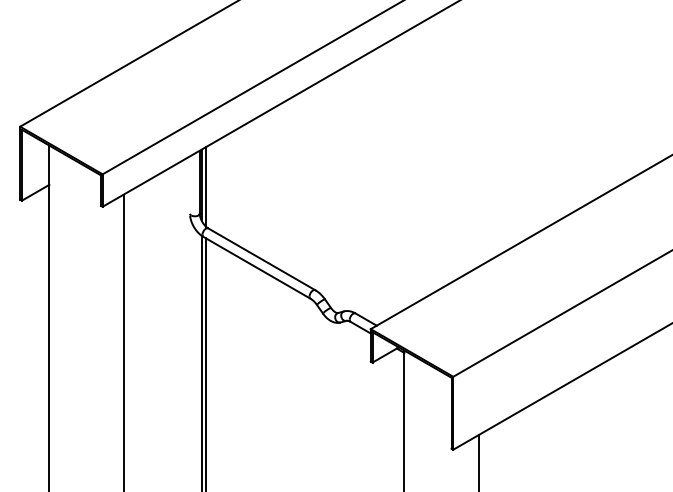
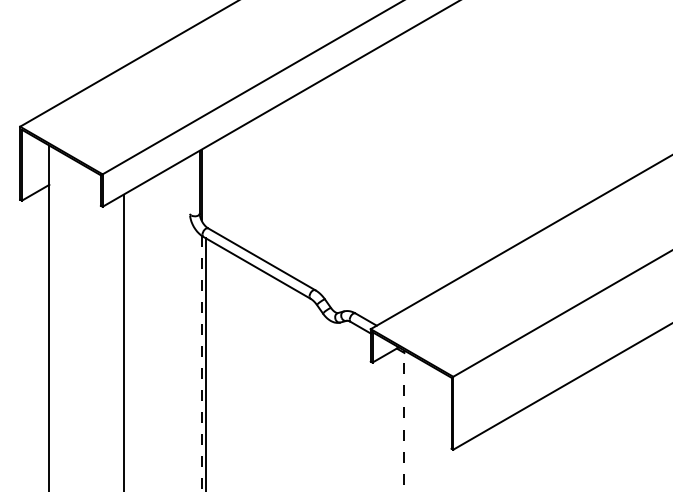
line at (205, 186): present -> none
line at (201, 363): solid -> dashed
line at (404, 420): solid -> dashed
line at (478, 461): present -> none
